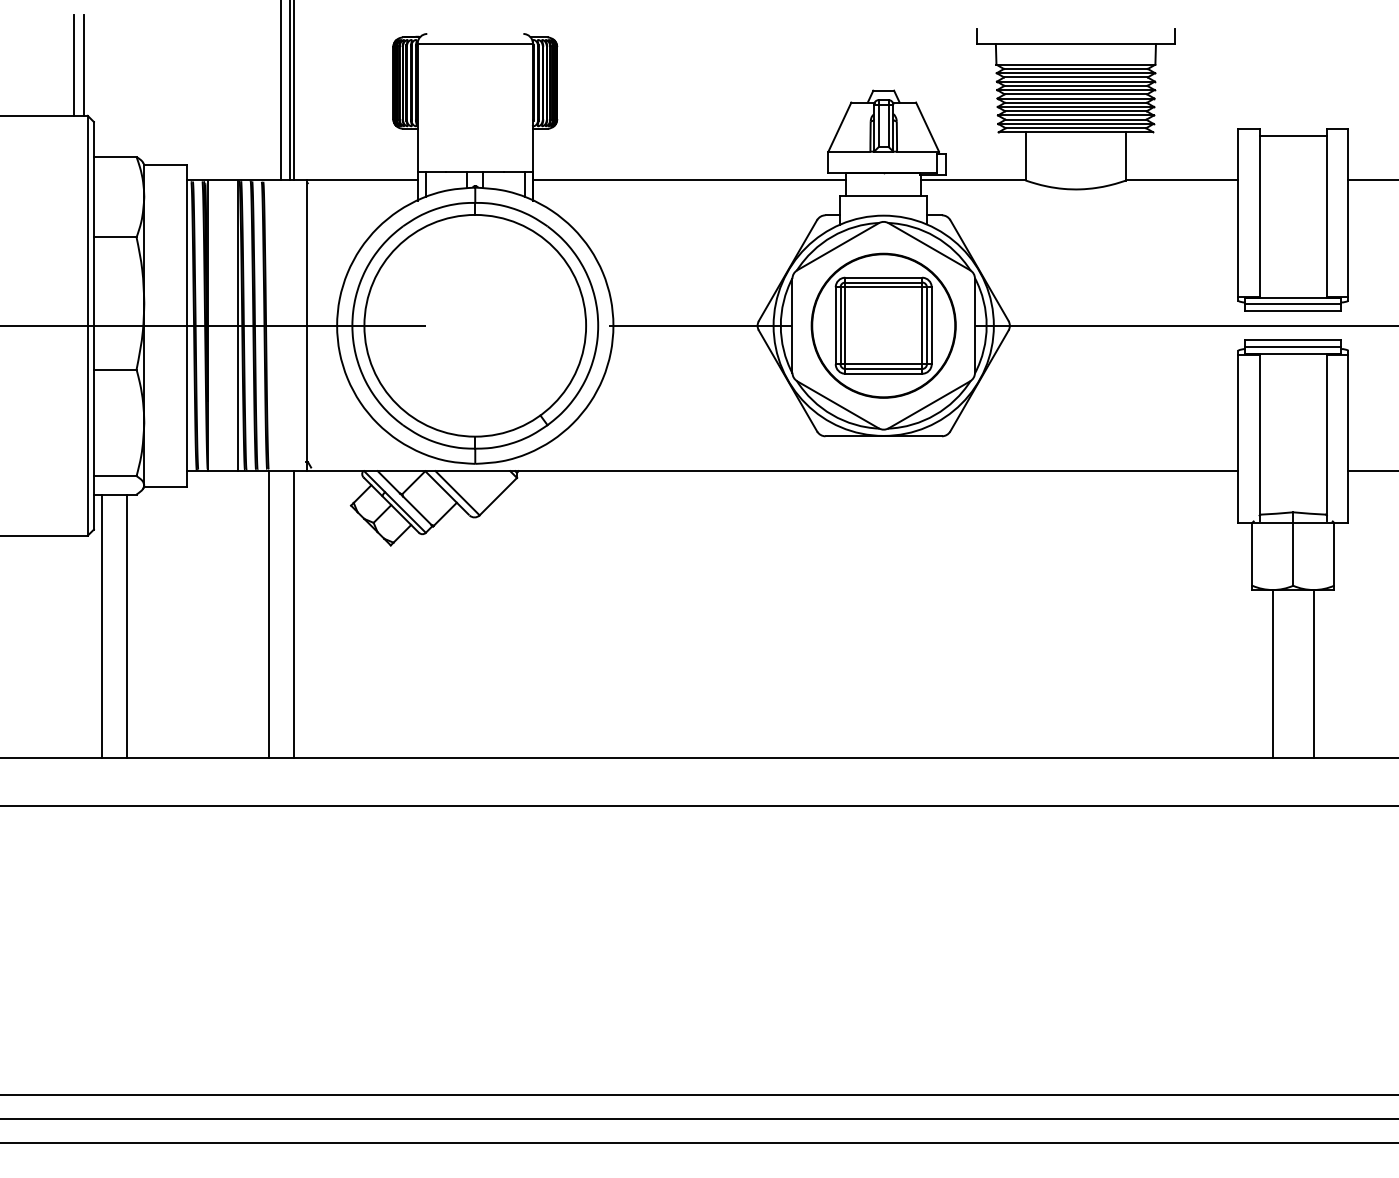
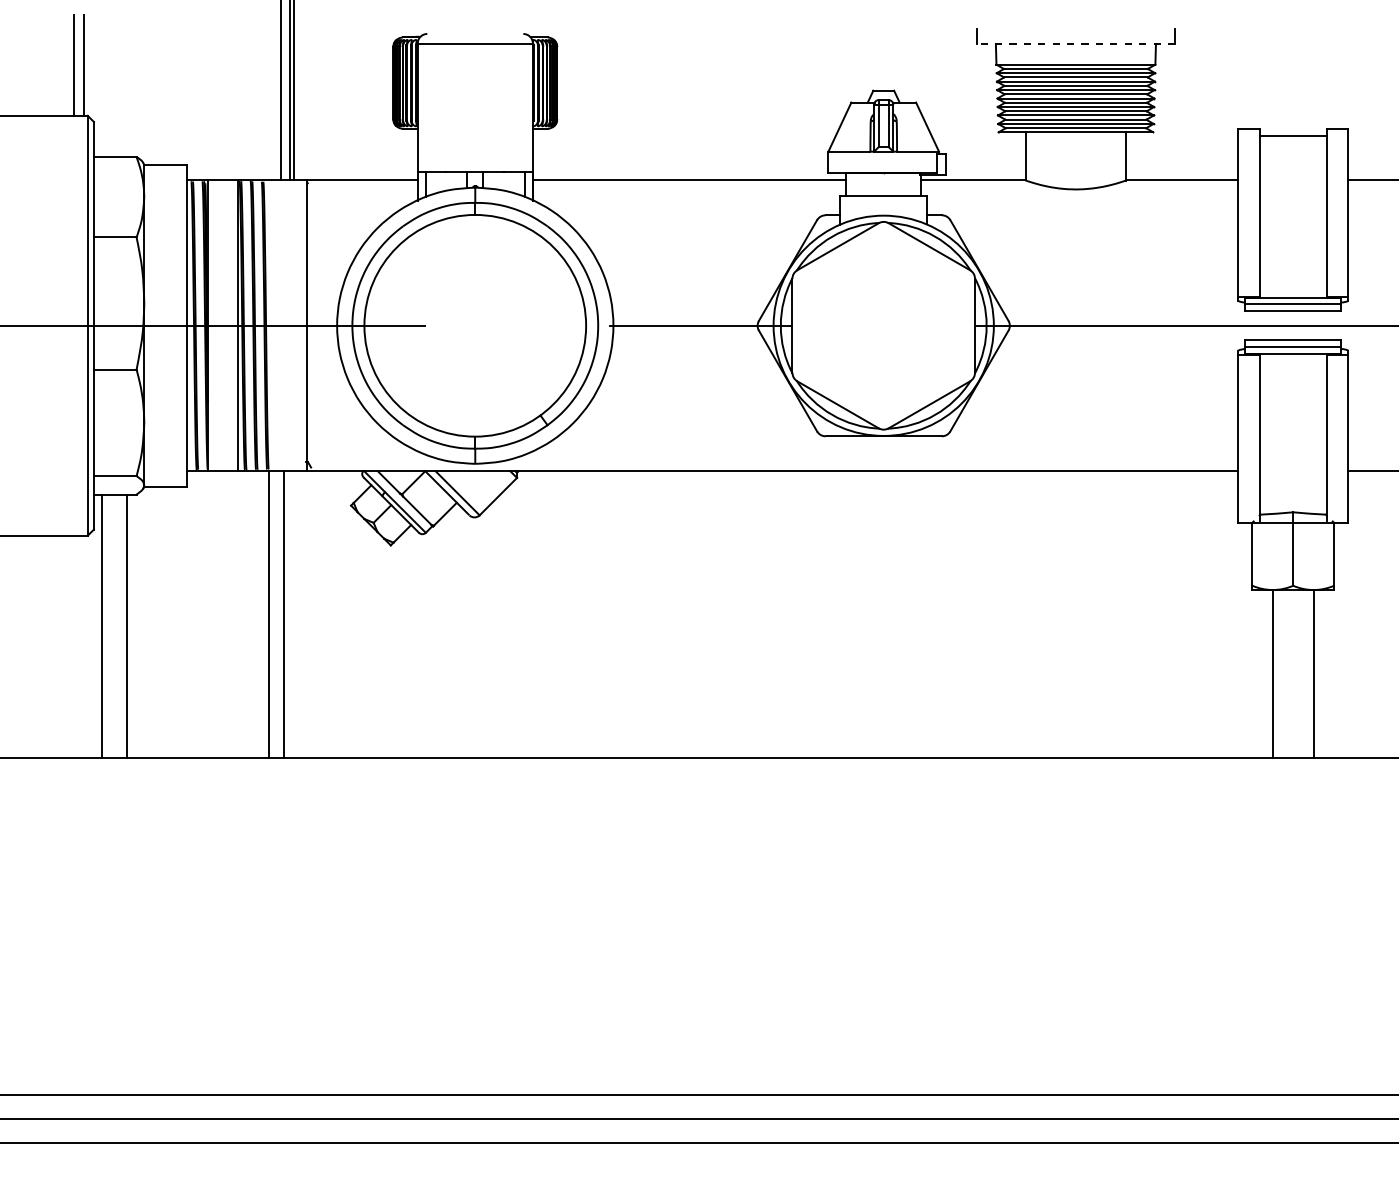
line at (1075, 44): solid -> dashed
part at (883, 325): present -> none
line at (294, 614) position: (294, 614) -> (284, 614)
line at (698, 806): present -> none
